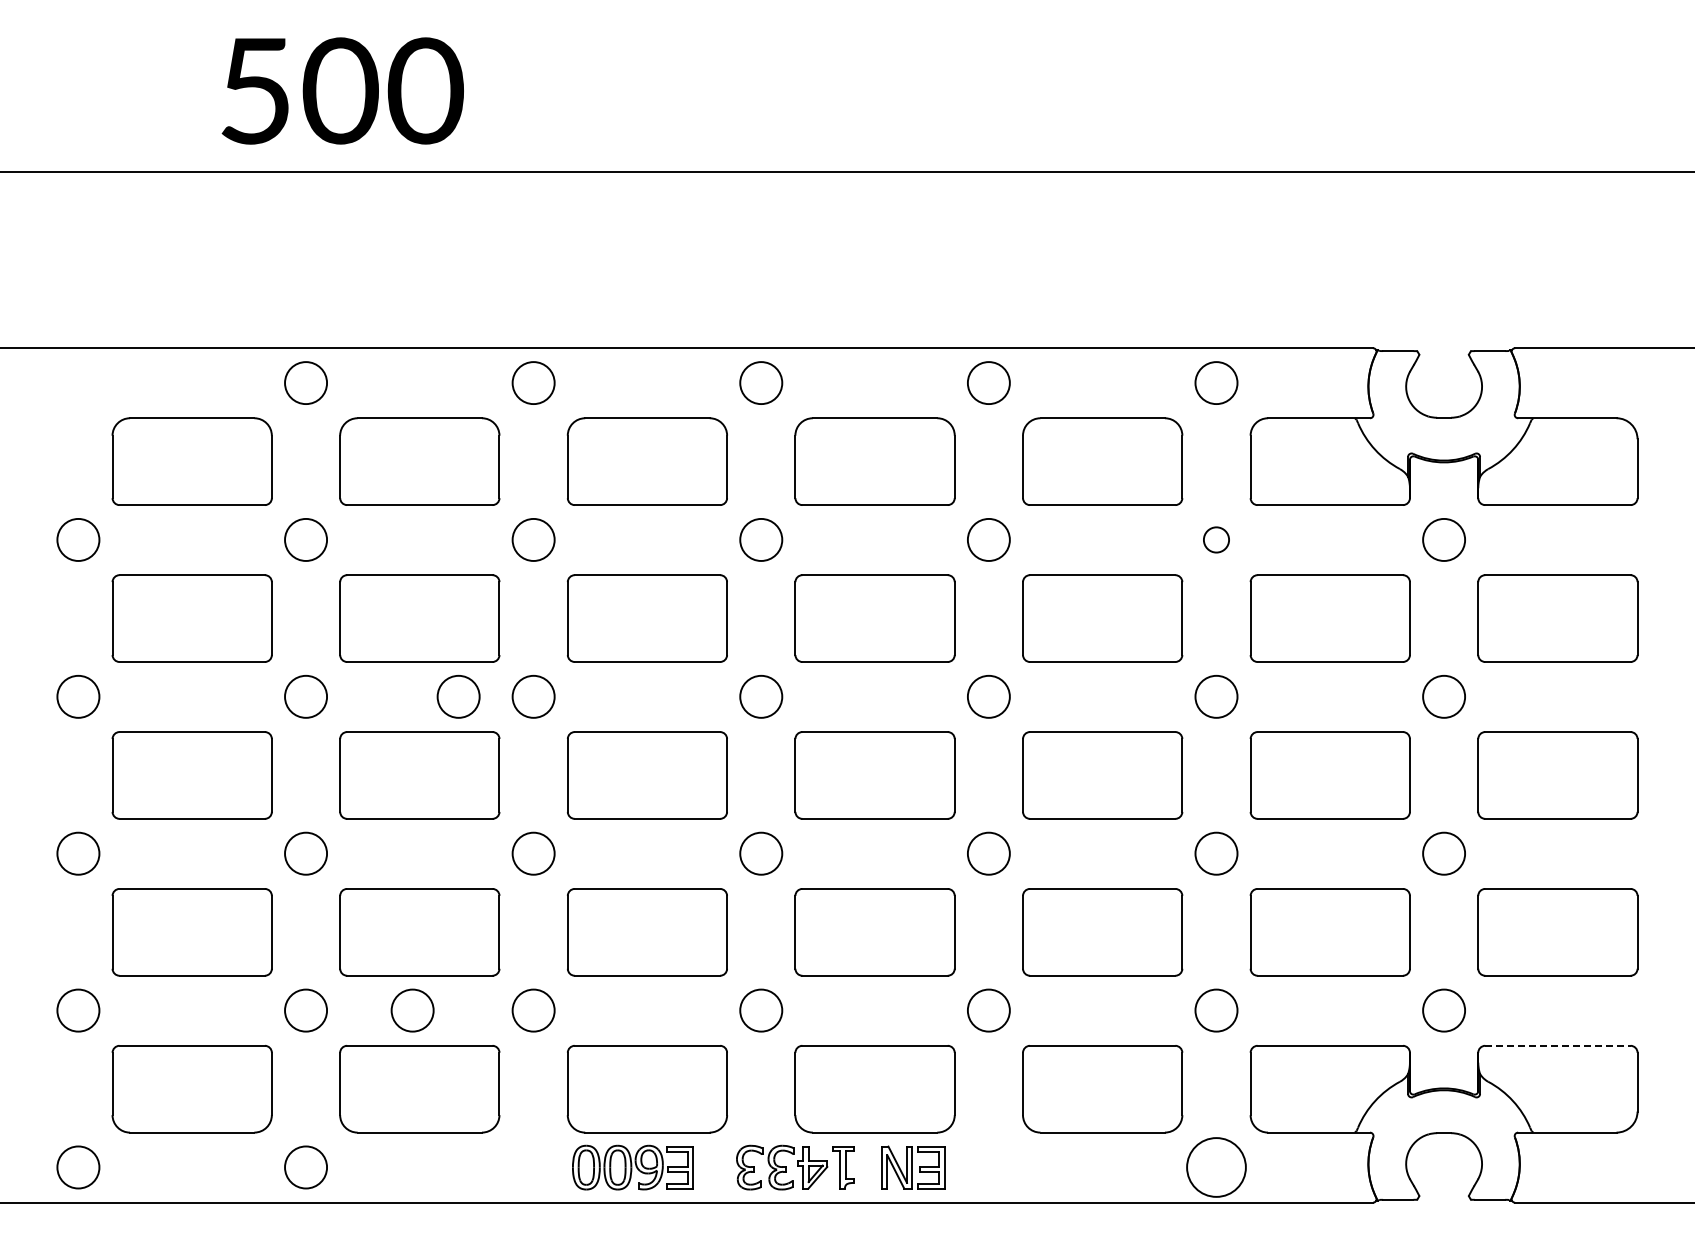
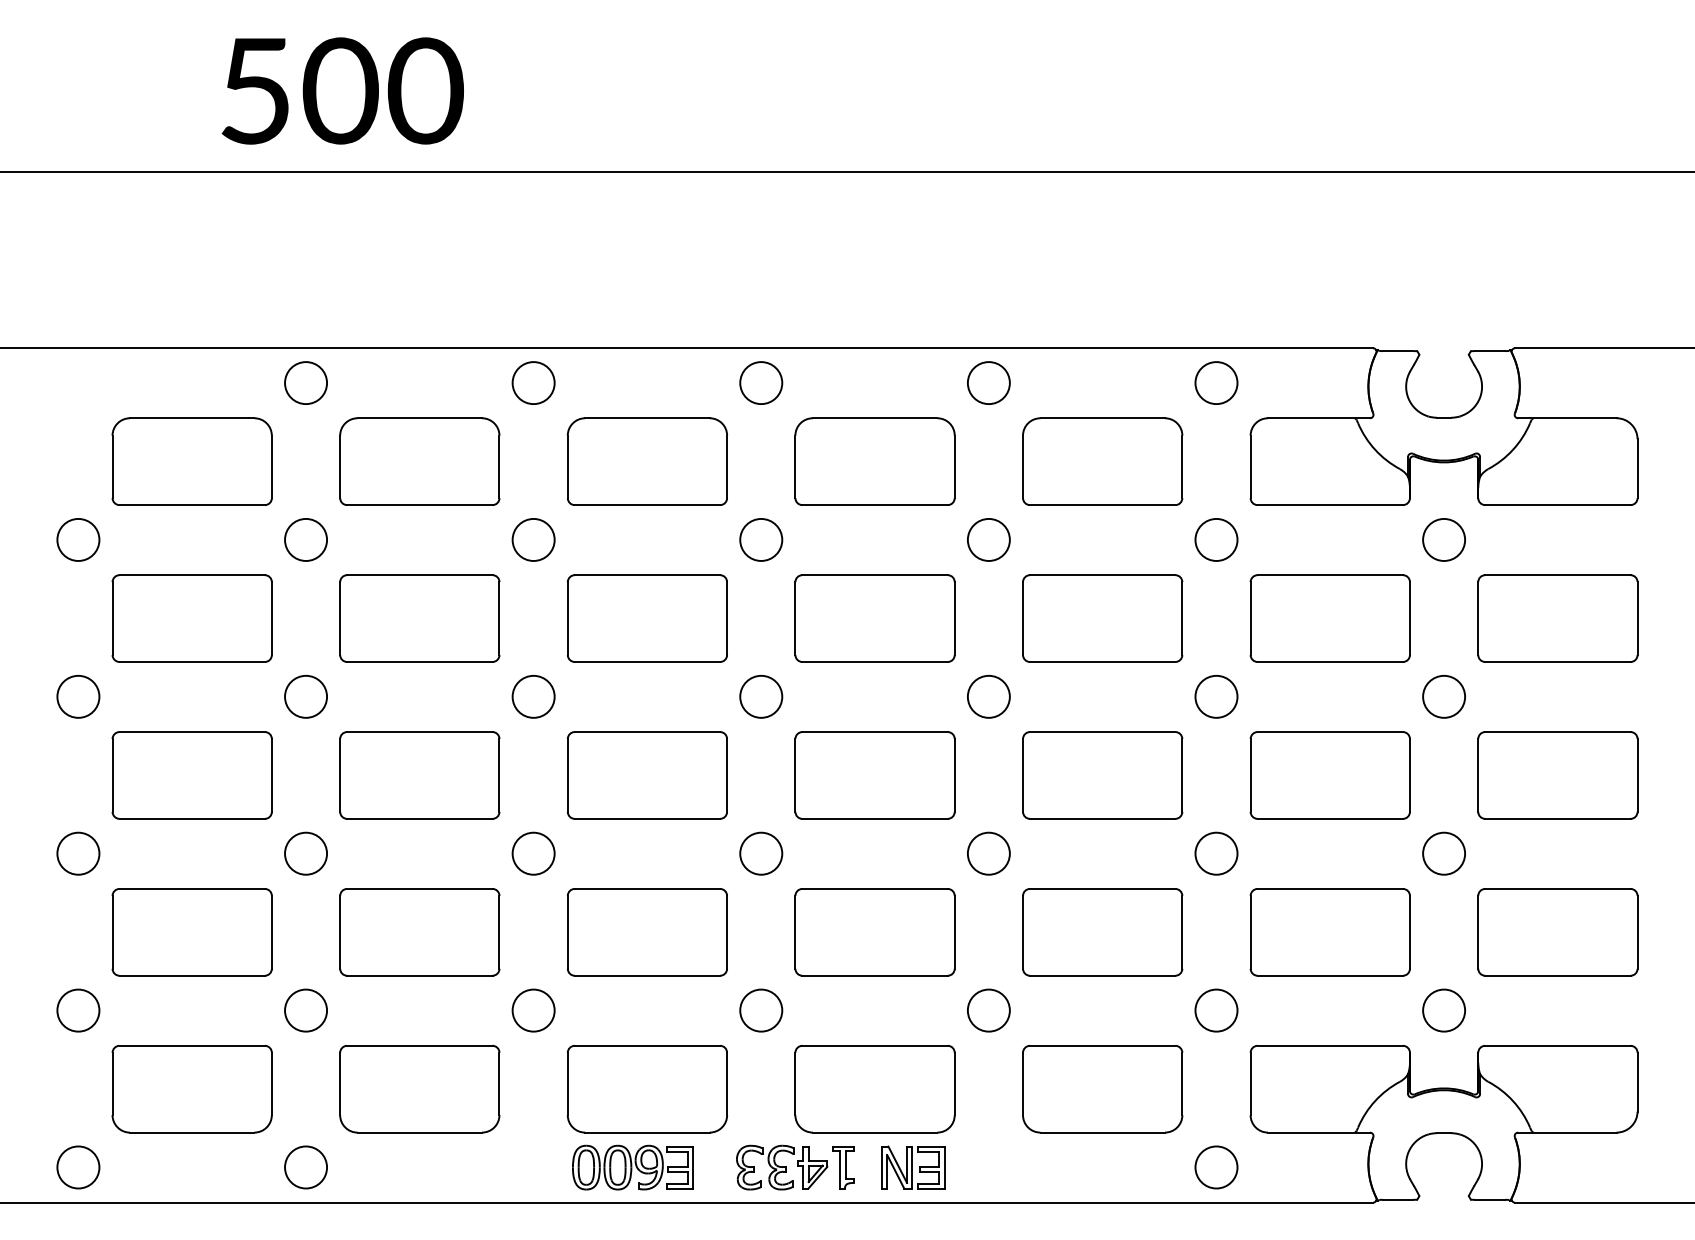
circle at (1216, 539) diameter: 25 px -> 42 px
circle at (458, 696): present -> none
circle at (412, 1010): present -> none
line at (1557, 1045): dashed -> solid
circle at (1216, 1167) diameter: 59 px -> 42 px
